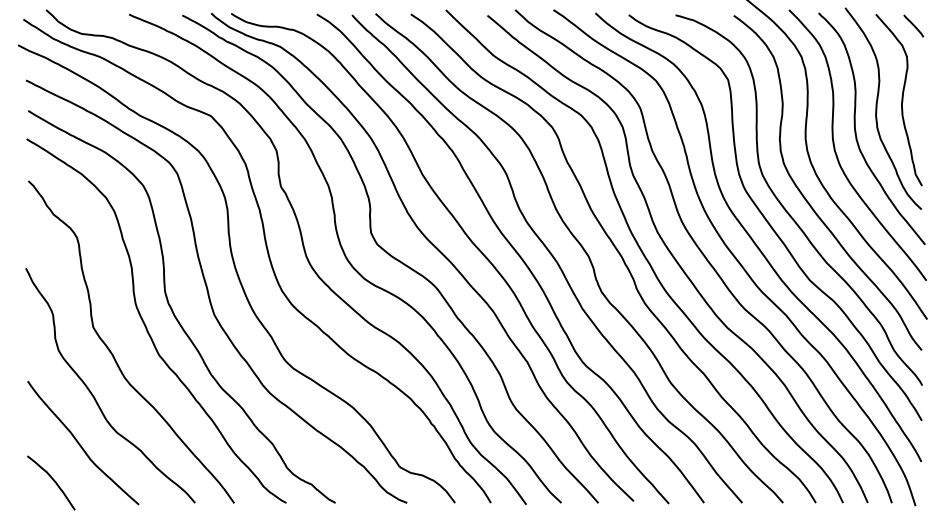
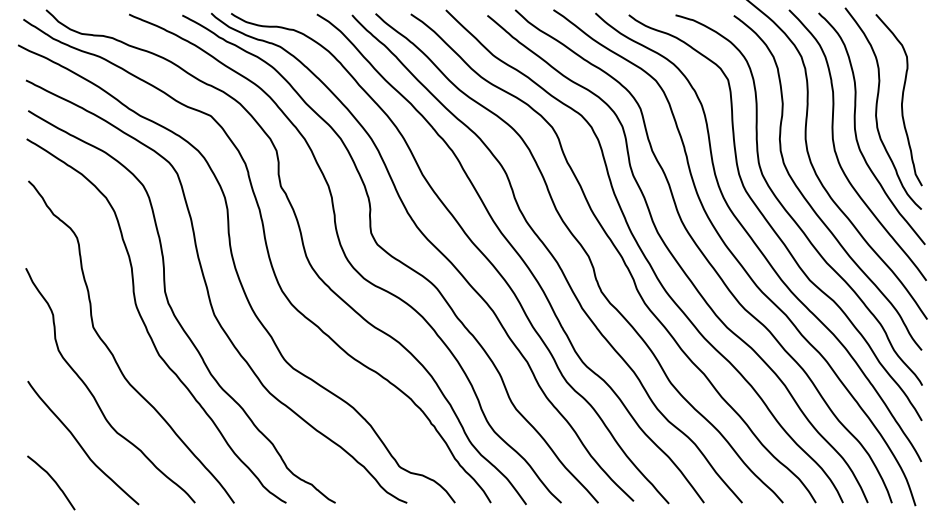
line at (913, 25): present -> none
